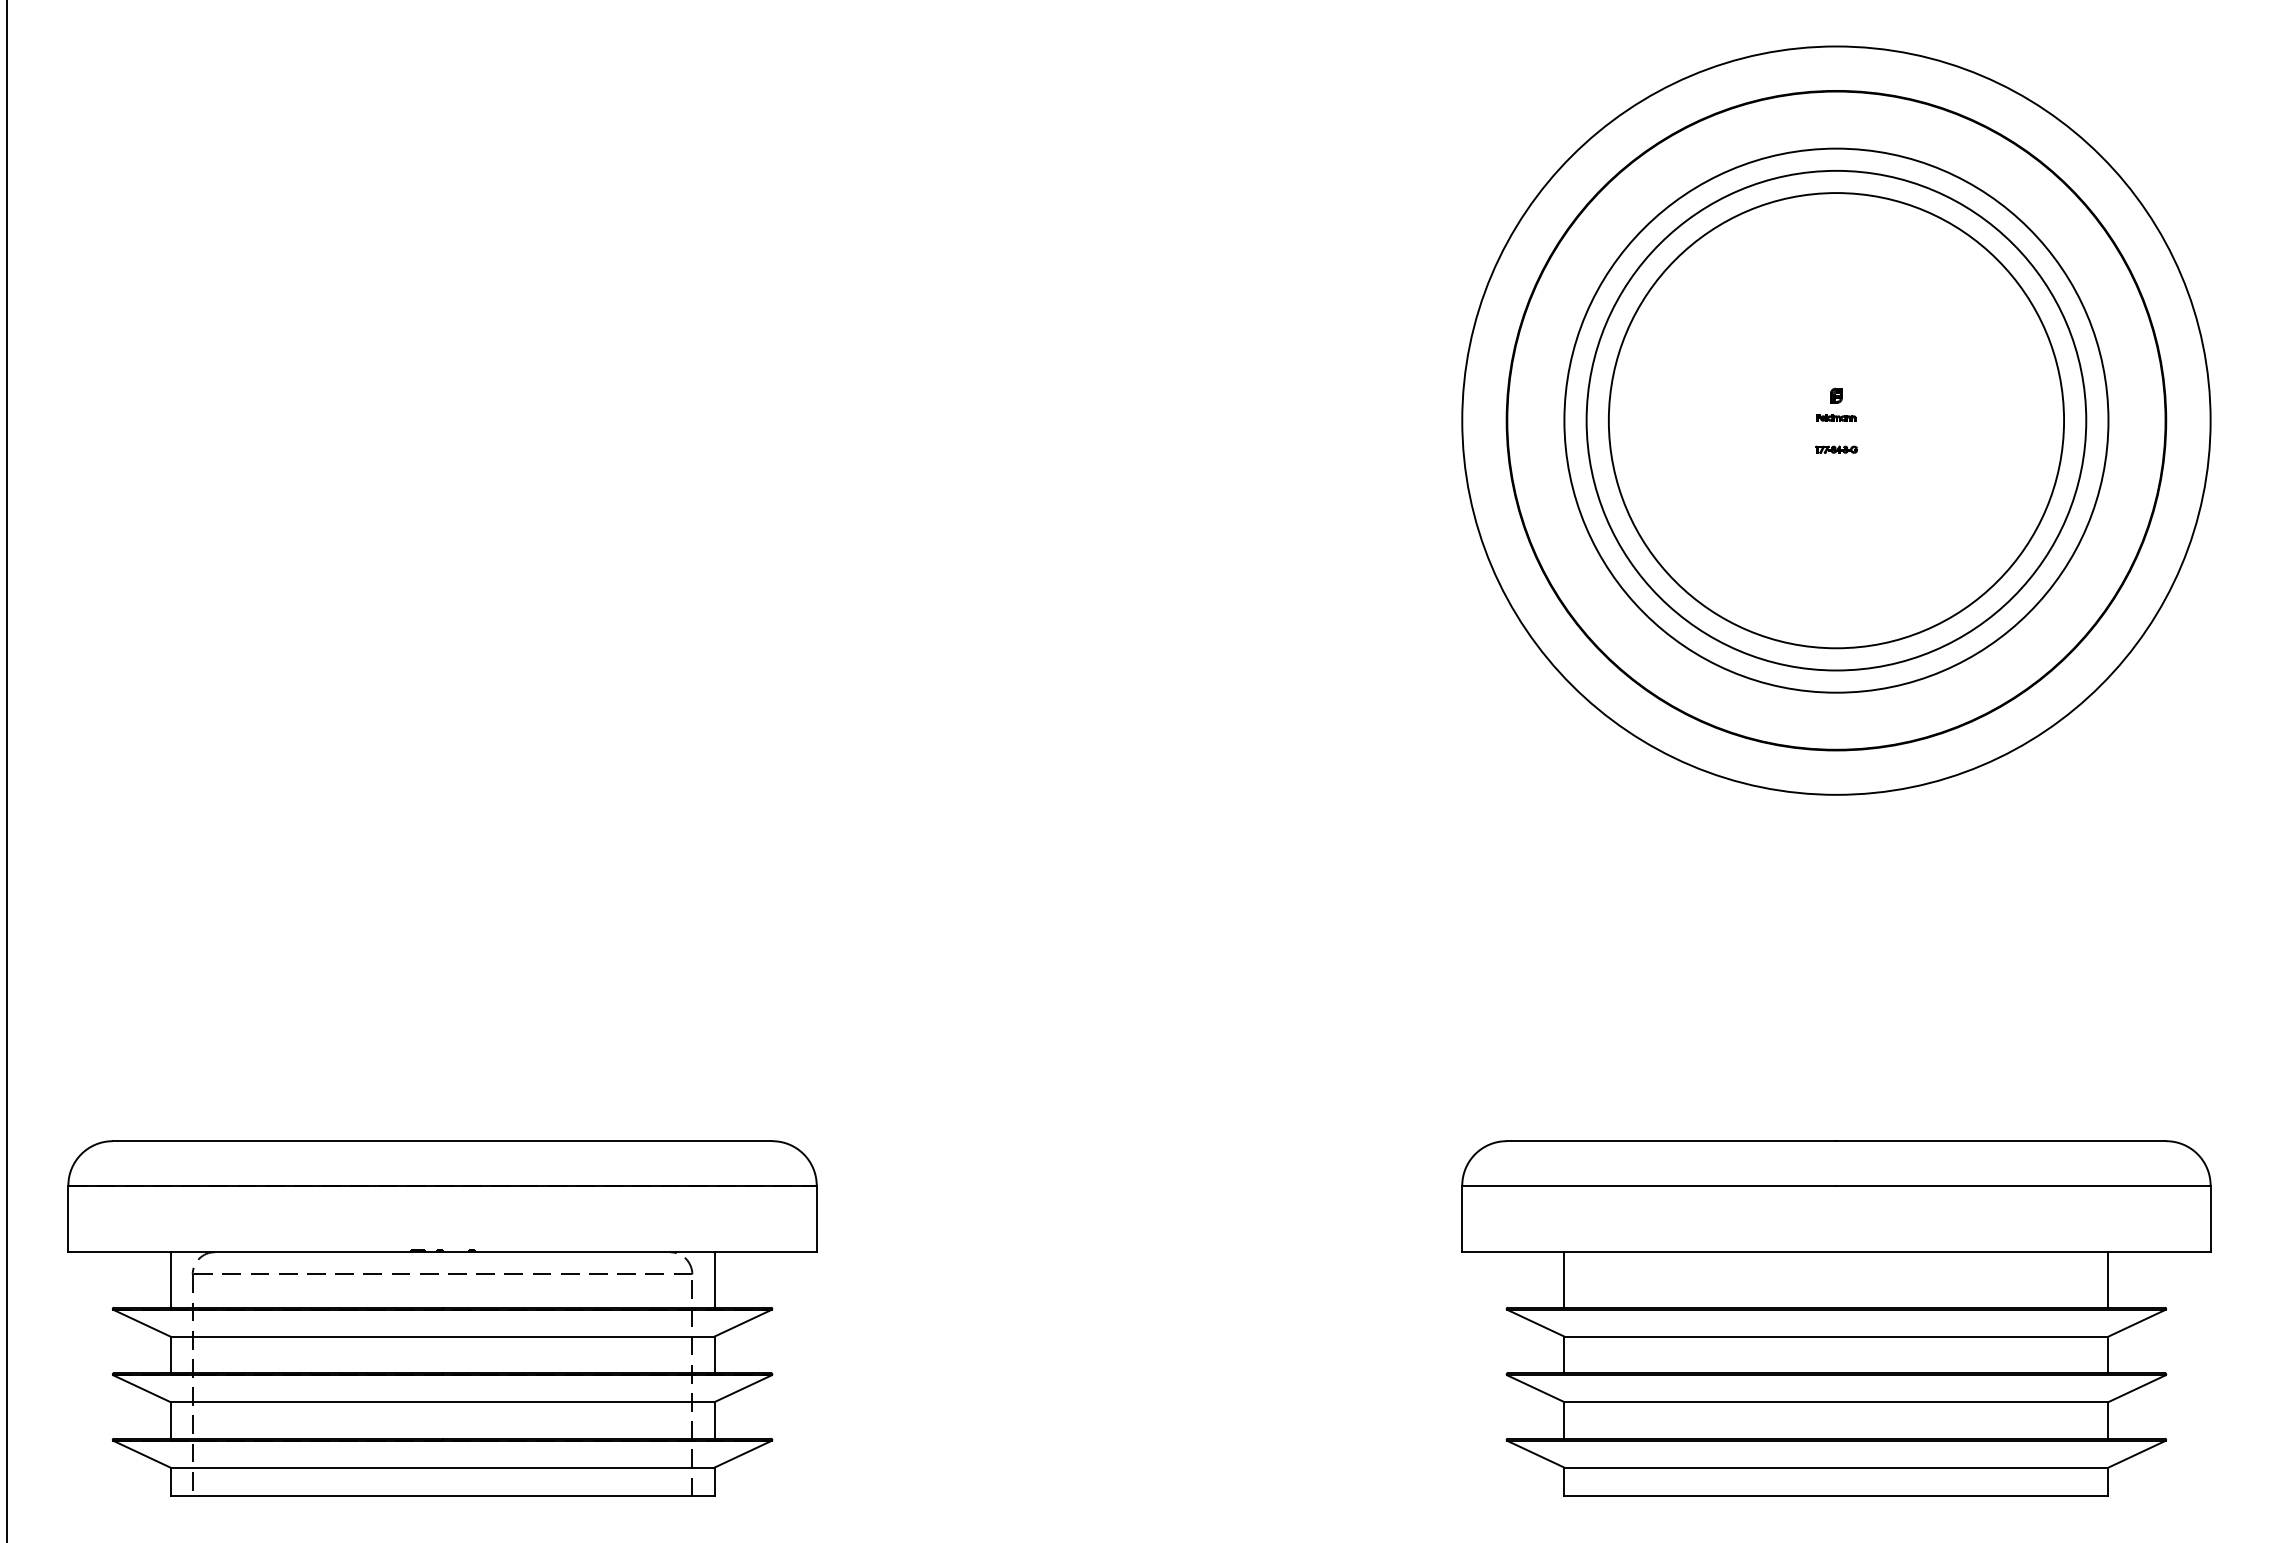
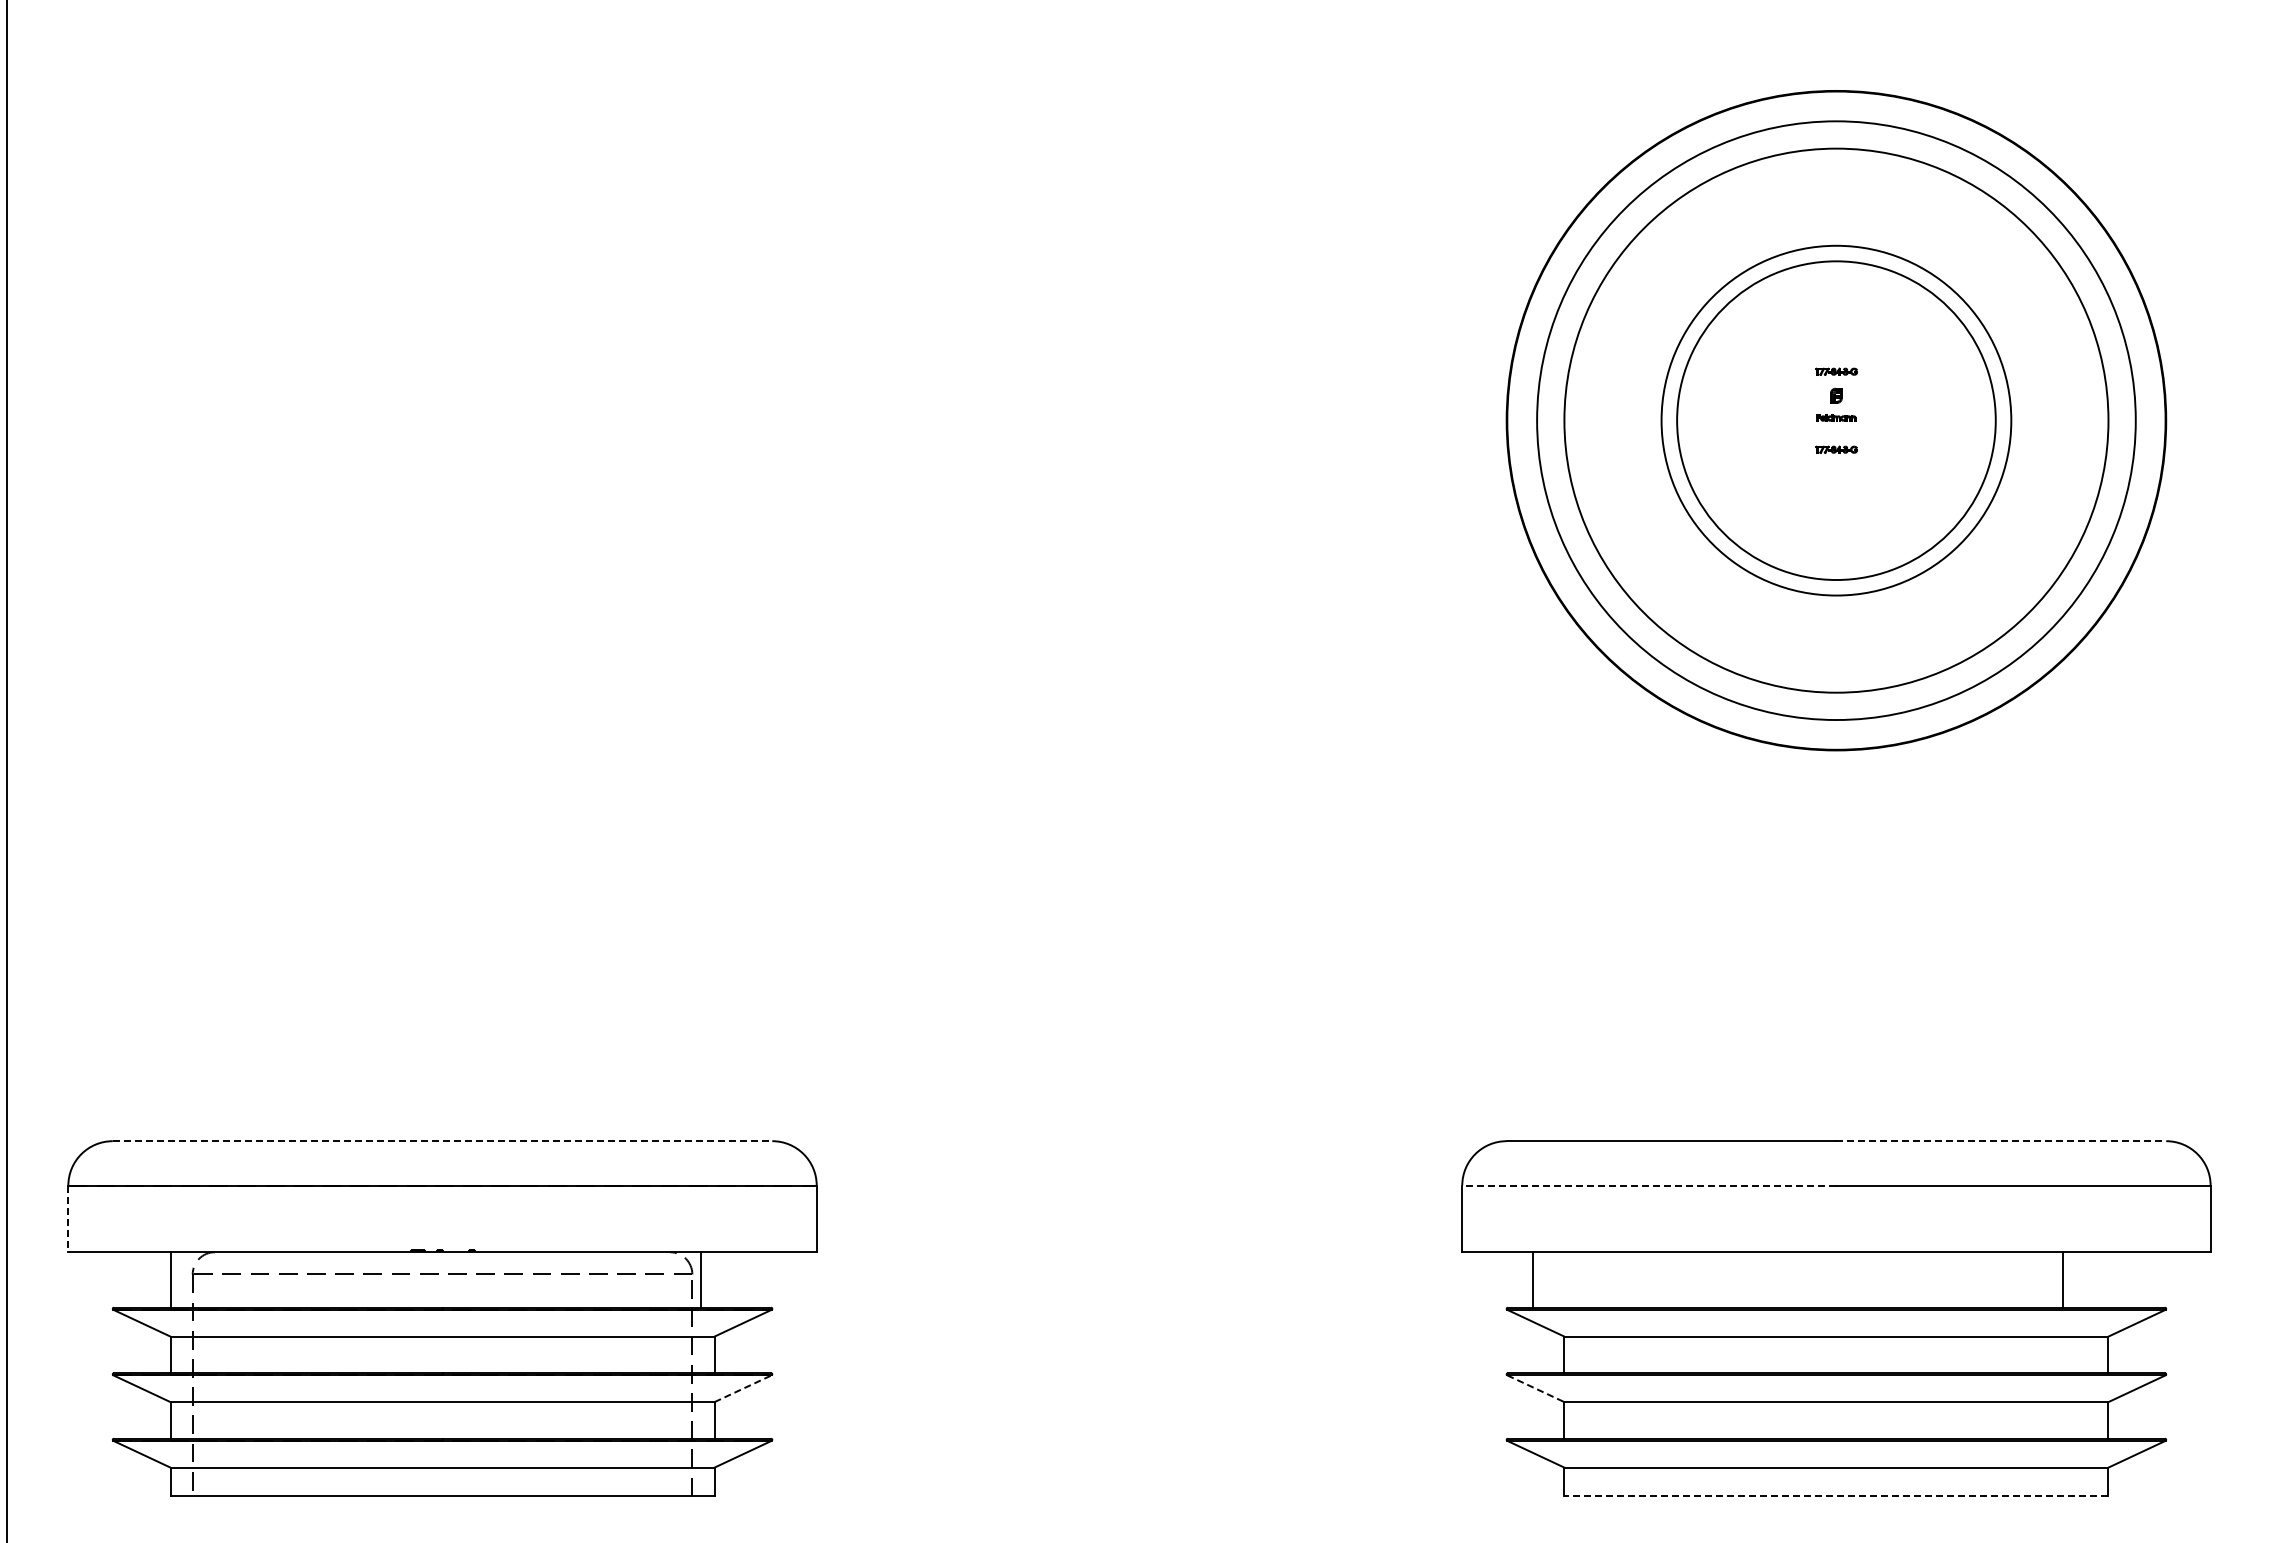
part at (1836, 371): none -> present
circle at (1836, 420) diameter: 455 px -> 319 px
circle at (1836, 420) diameter: 500 px -> 350 px
circle at (1836, 420) diameter: 748 px -> 599 px
line at (442, 1141): solid -> dashed
line at (2001, 1141): solid -> dashed
line at (1648, 1185): solid -> dashed
line at (68, 1219): solid -> dashed
line at (714, 1279) position: (714, 1279) -> (700, 1279)
line at (1564, 1279) position: (1564, 1279) -> (1533, 1279)
line at (2108, 1279) position: (2108, 1279) -> (2063, 1279)
line at (743, 1388): solid -> dashed
line at (1535, 1388): solid -> dashed
line at (1835, 1496): solid -> dashed
